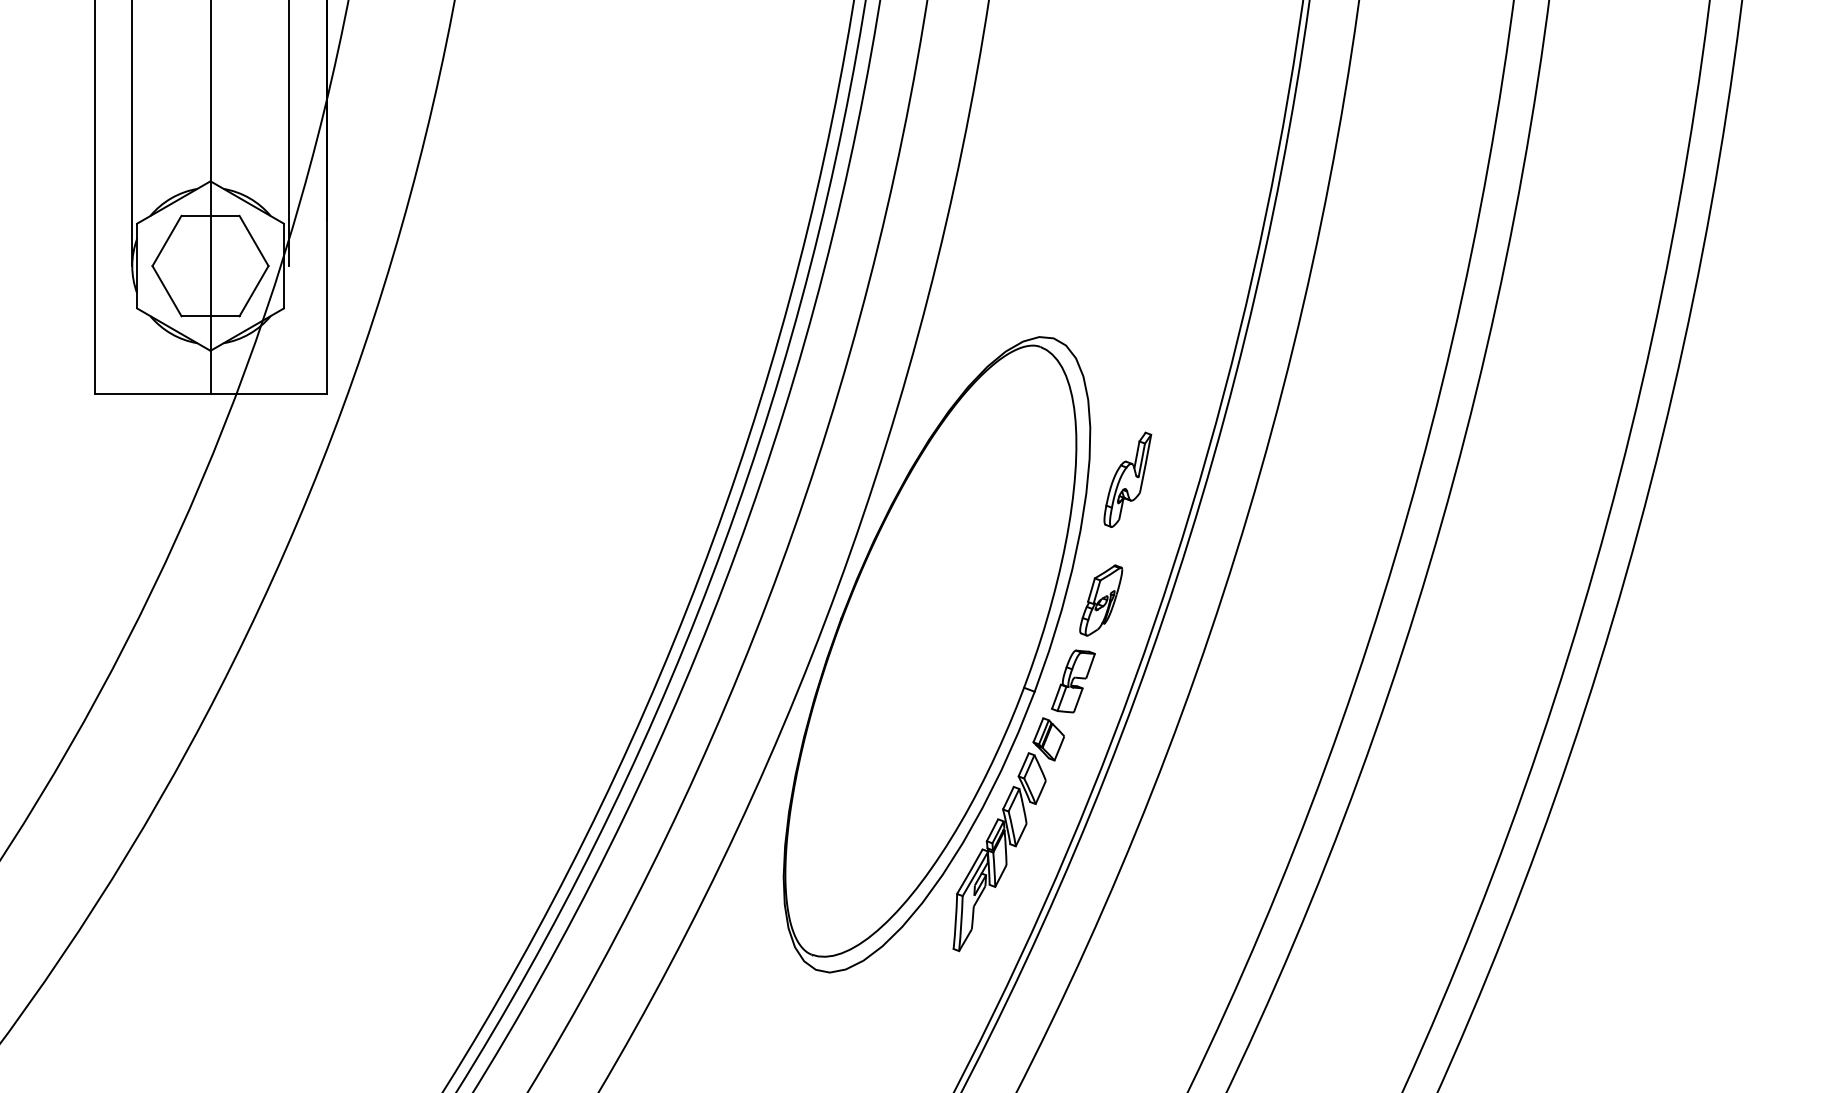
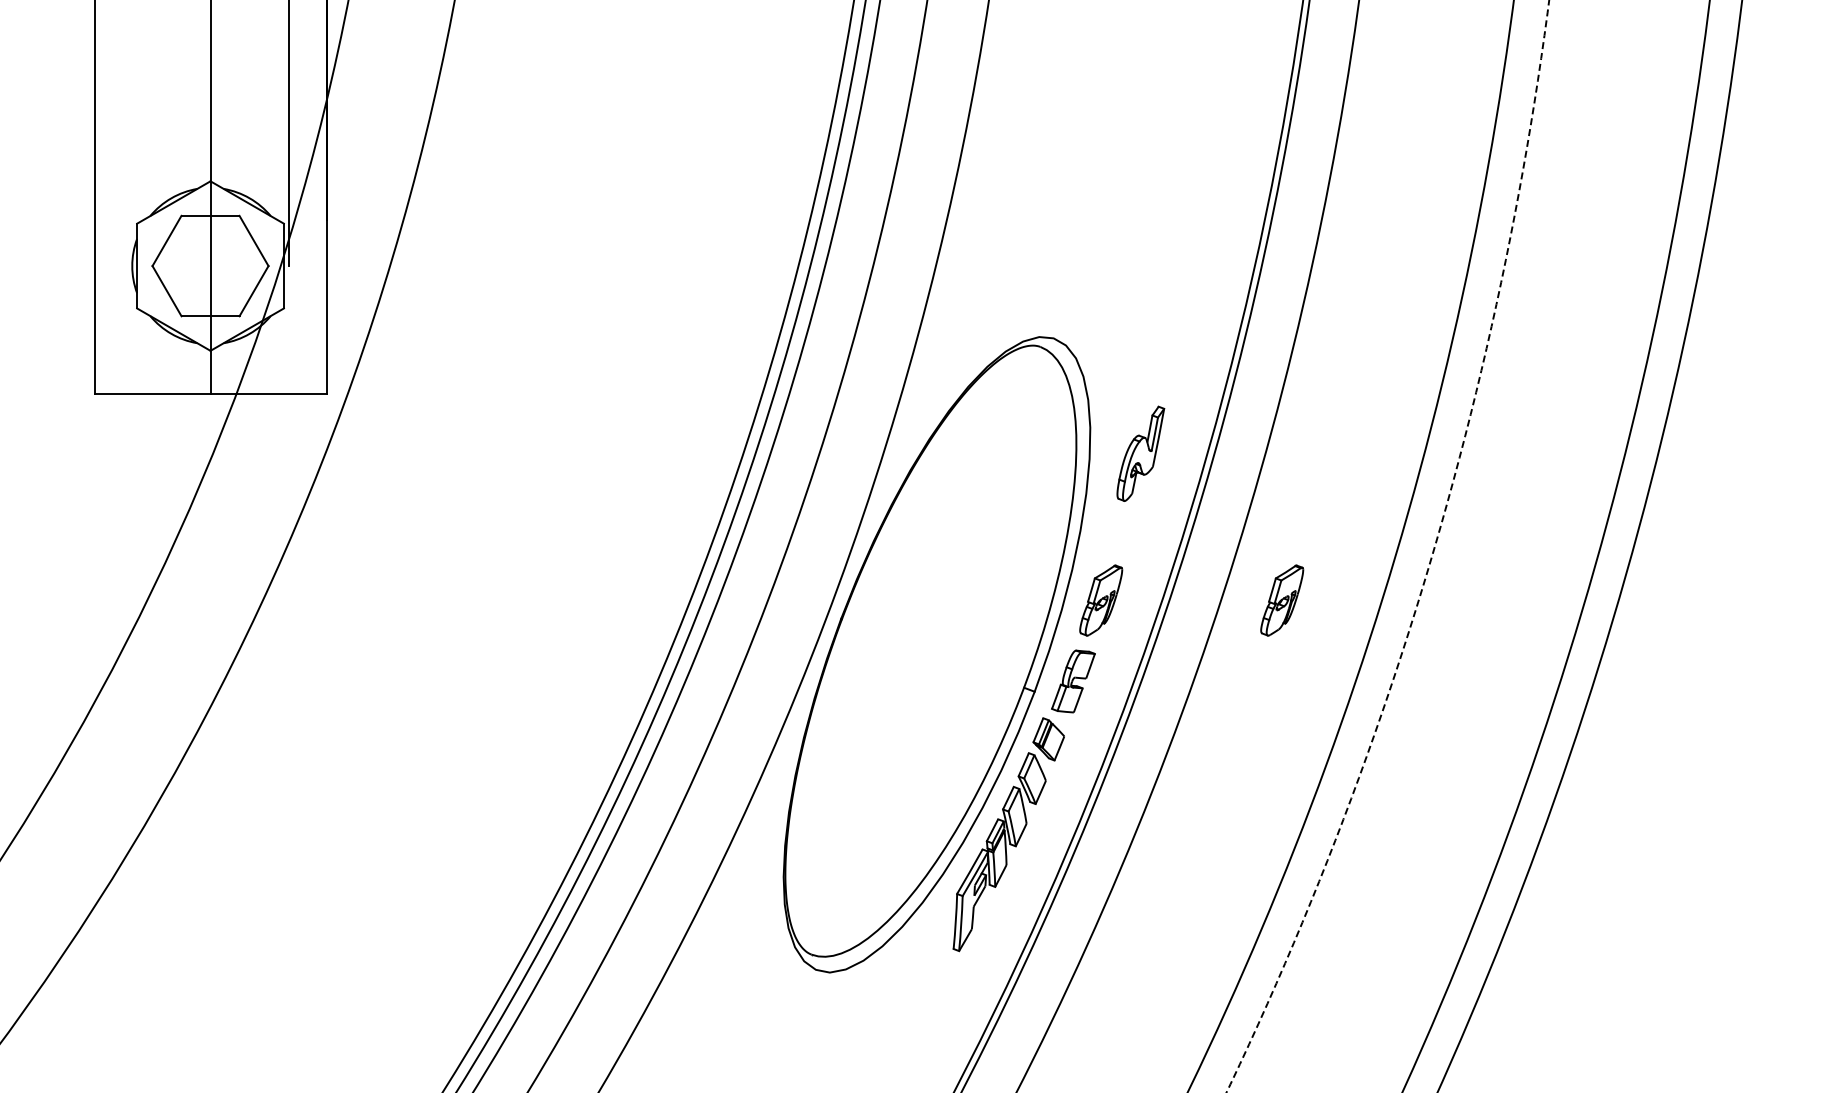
line at (132, 134): present -> none
part at (1127, 479) position: (1127, 479) -> (1140, 453)
circle at (1387, 546): solid -> dashed
part at (1282, 600): none -> present
